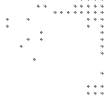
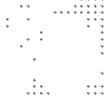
part at (41, 5) position: (41, 5) -> (24, 5)
part at (37, 86): none -> present
